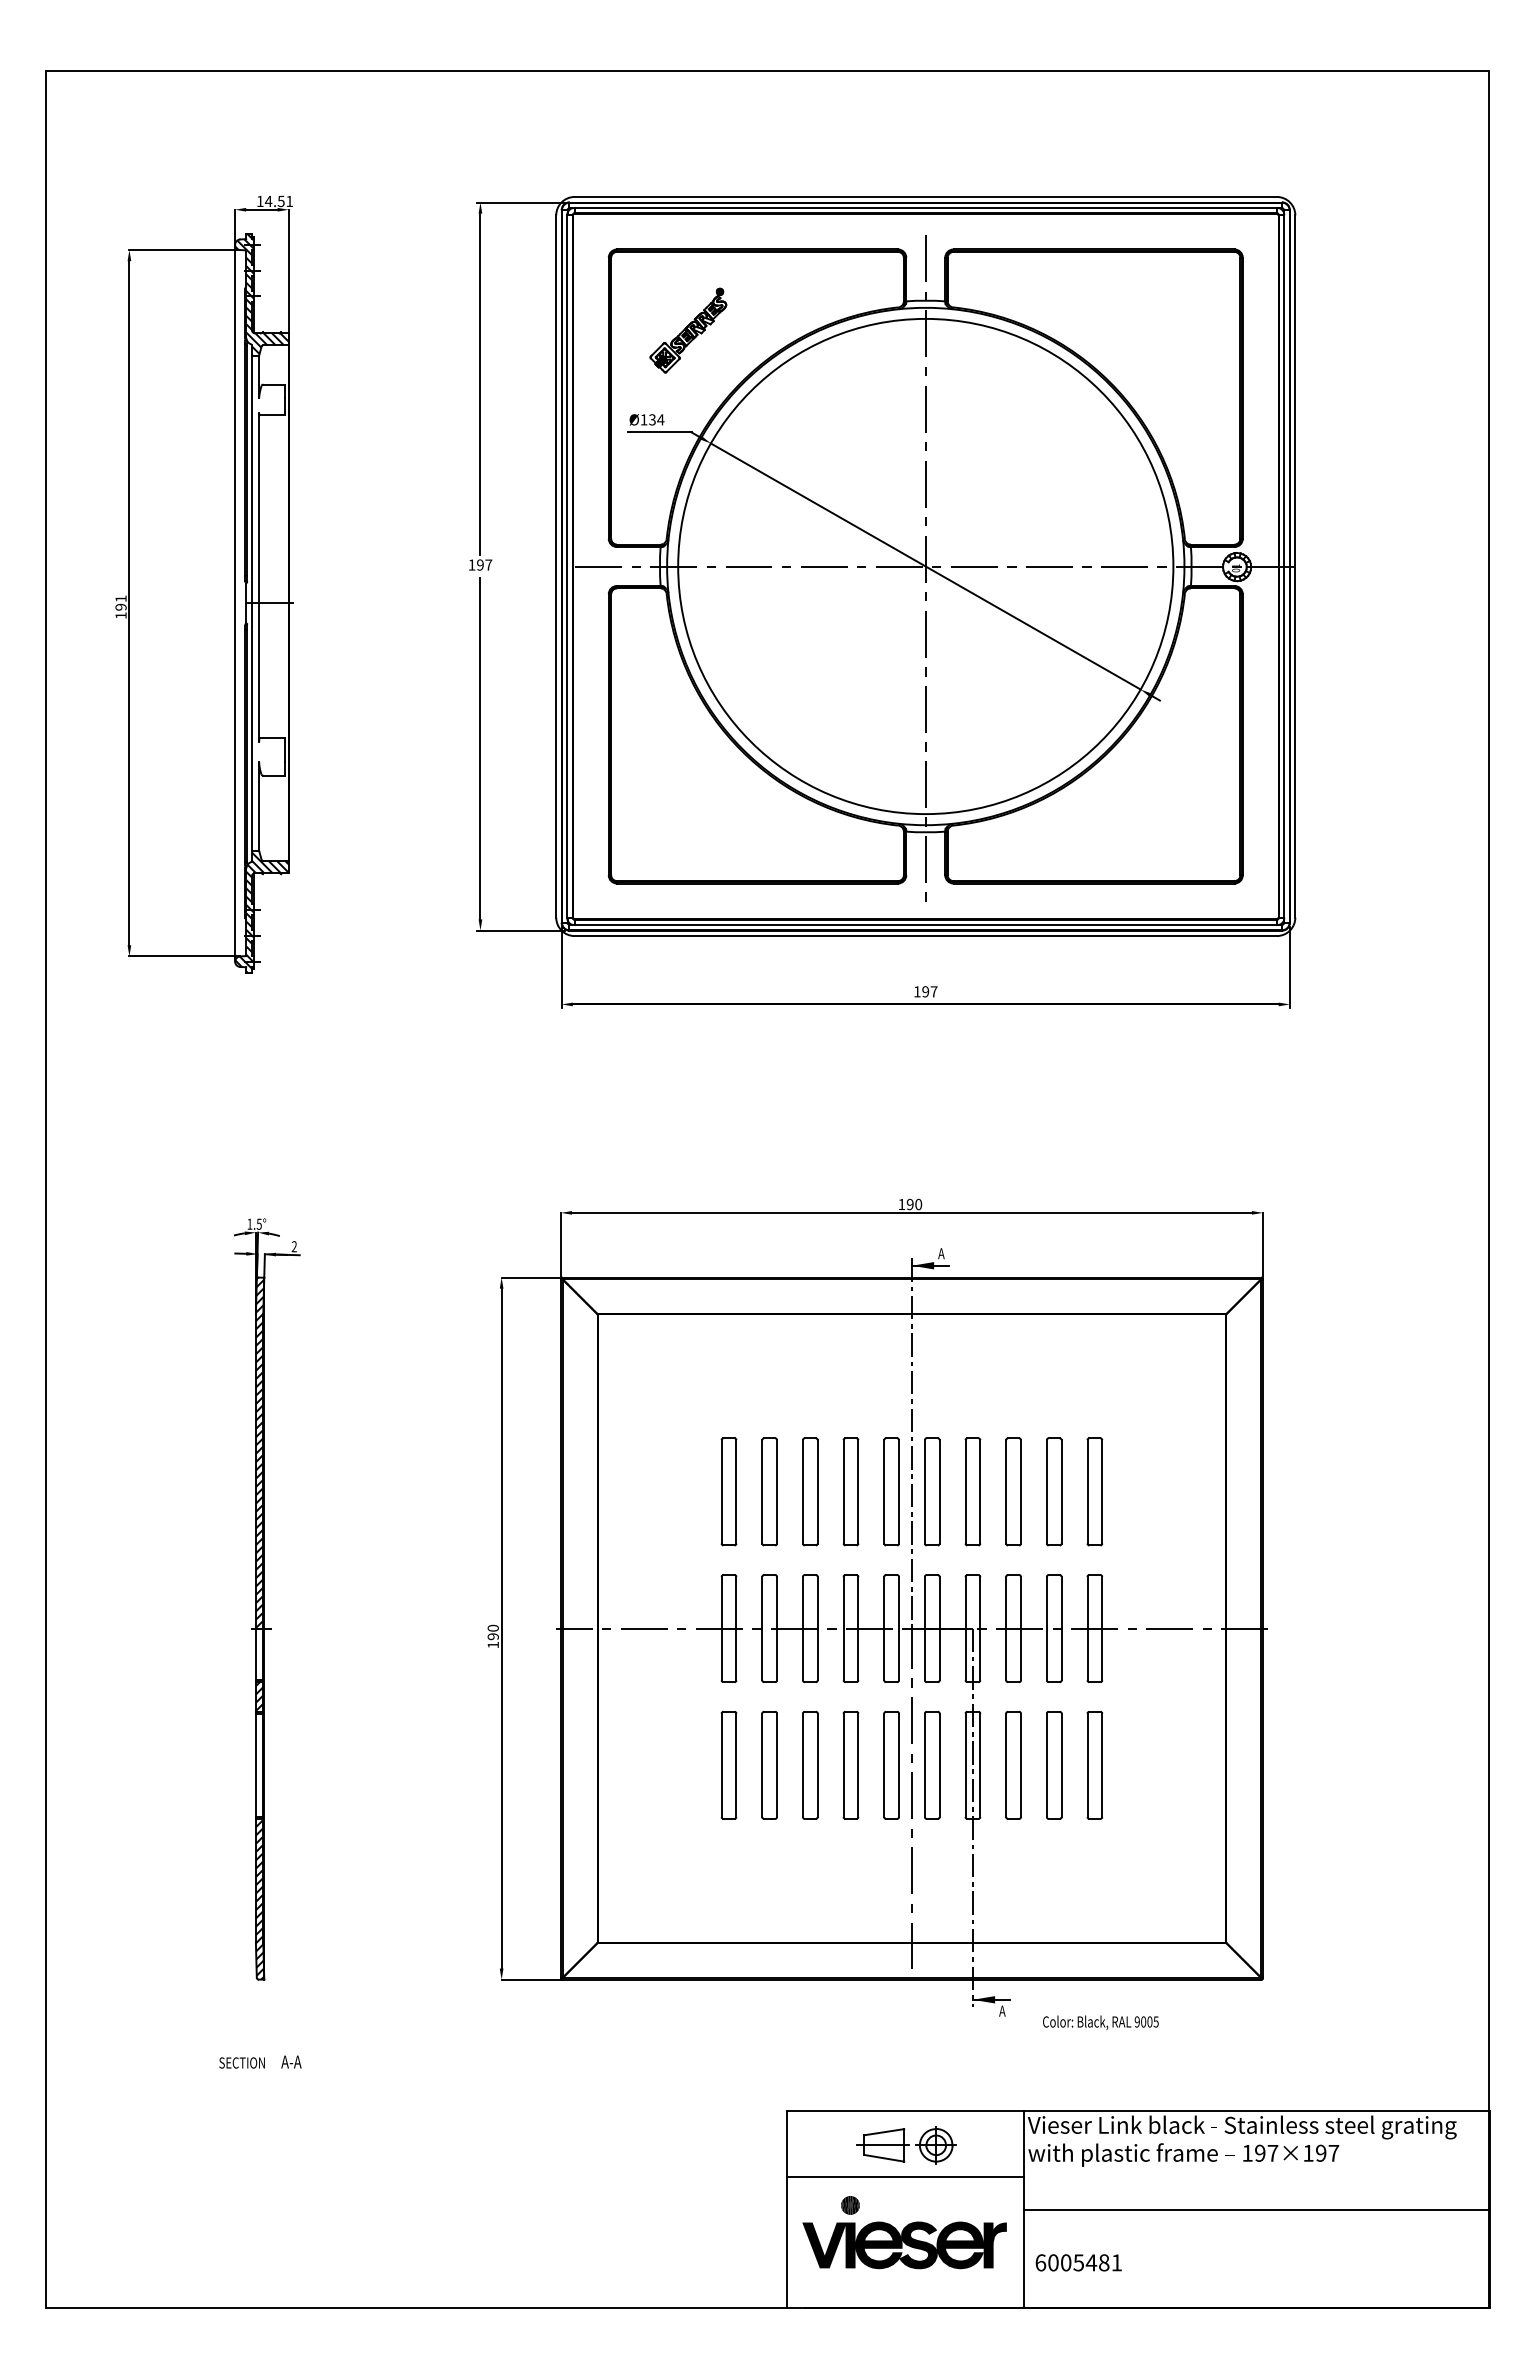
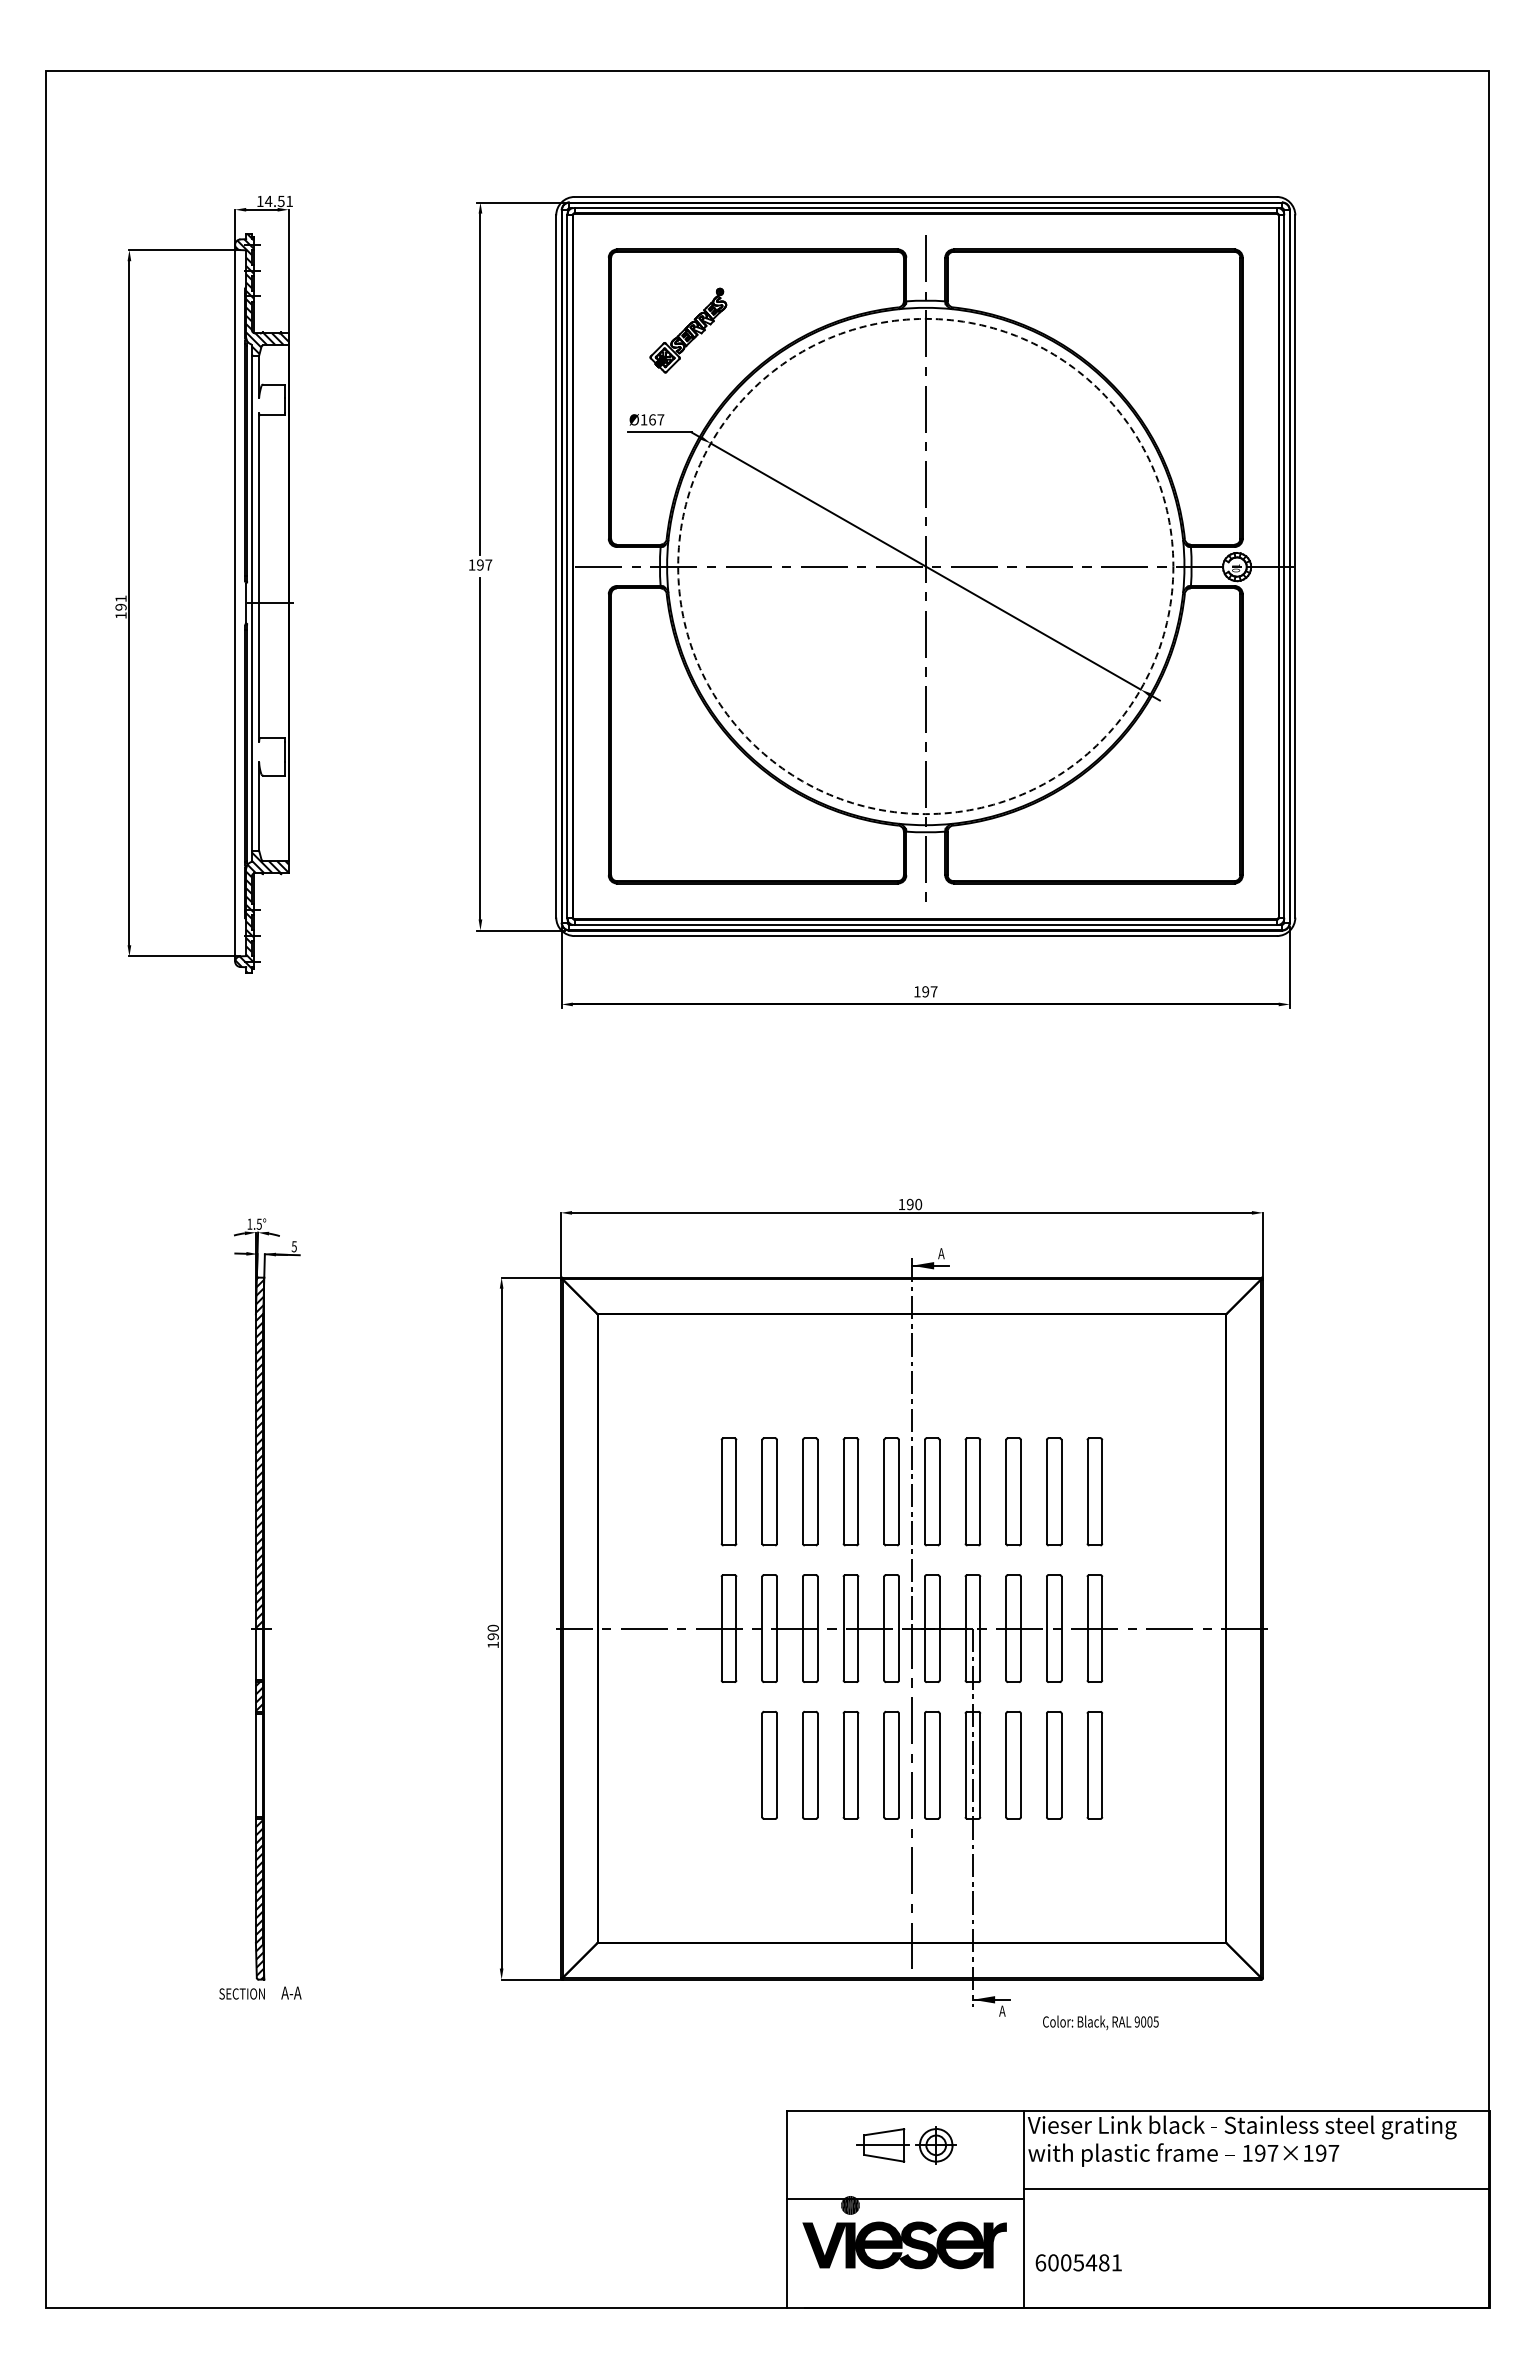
text at (656, 419): Ø134 -> Ø167
circle at (925, 566): solid -> dashed
text at (293, 1246): 2 -> 5
part at (728, 1765): present -> none
text at (260, 2061) position: (260, 2061) -> (260, 1992)
line at (905, 2177) position: (905, 2177) -> (905, 2199)
line at (1256, 2209) position: (1256, 2209) -> (1256, 2188)
